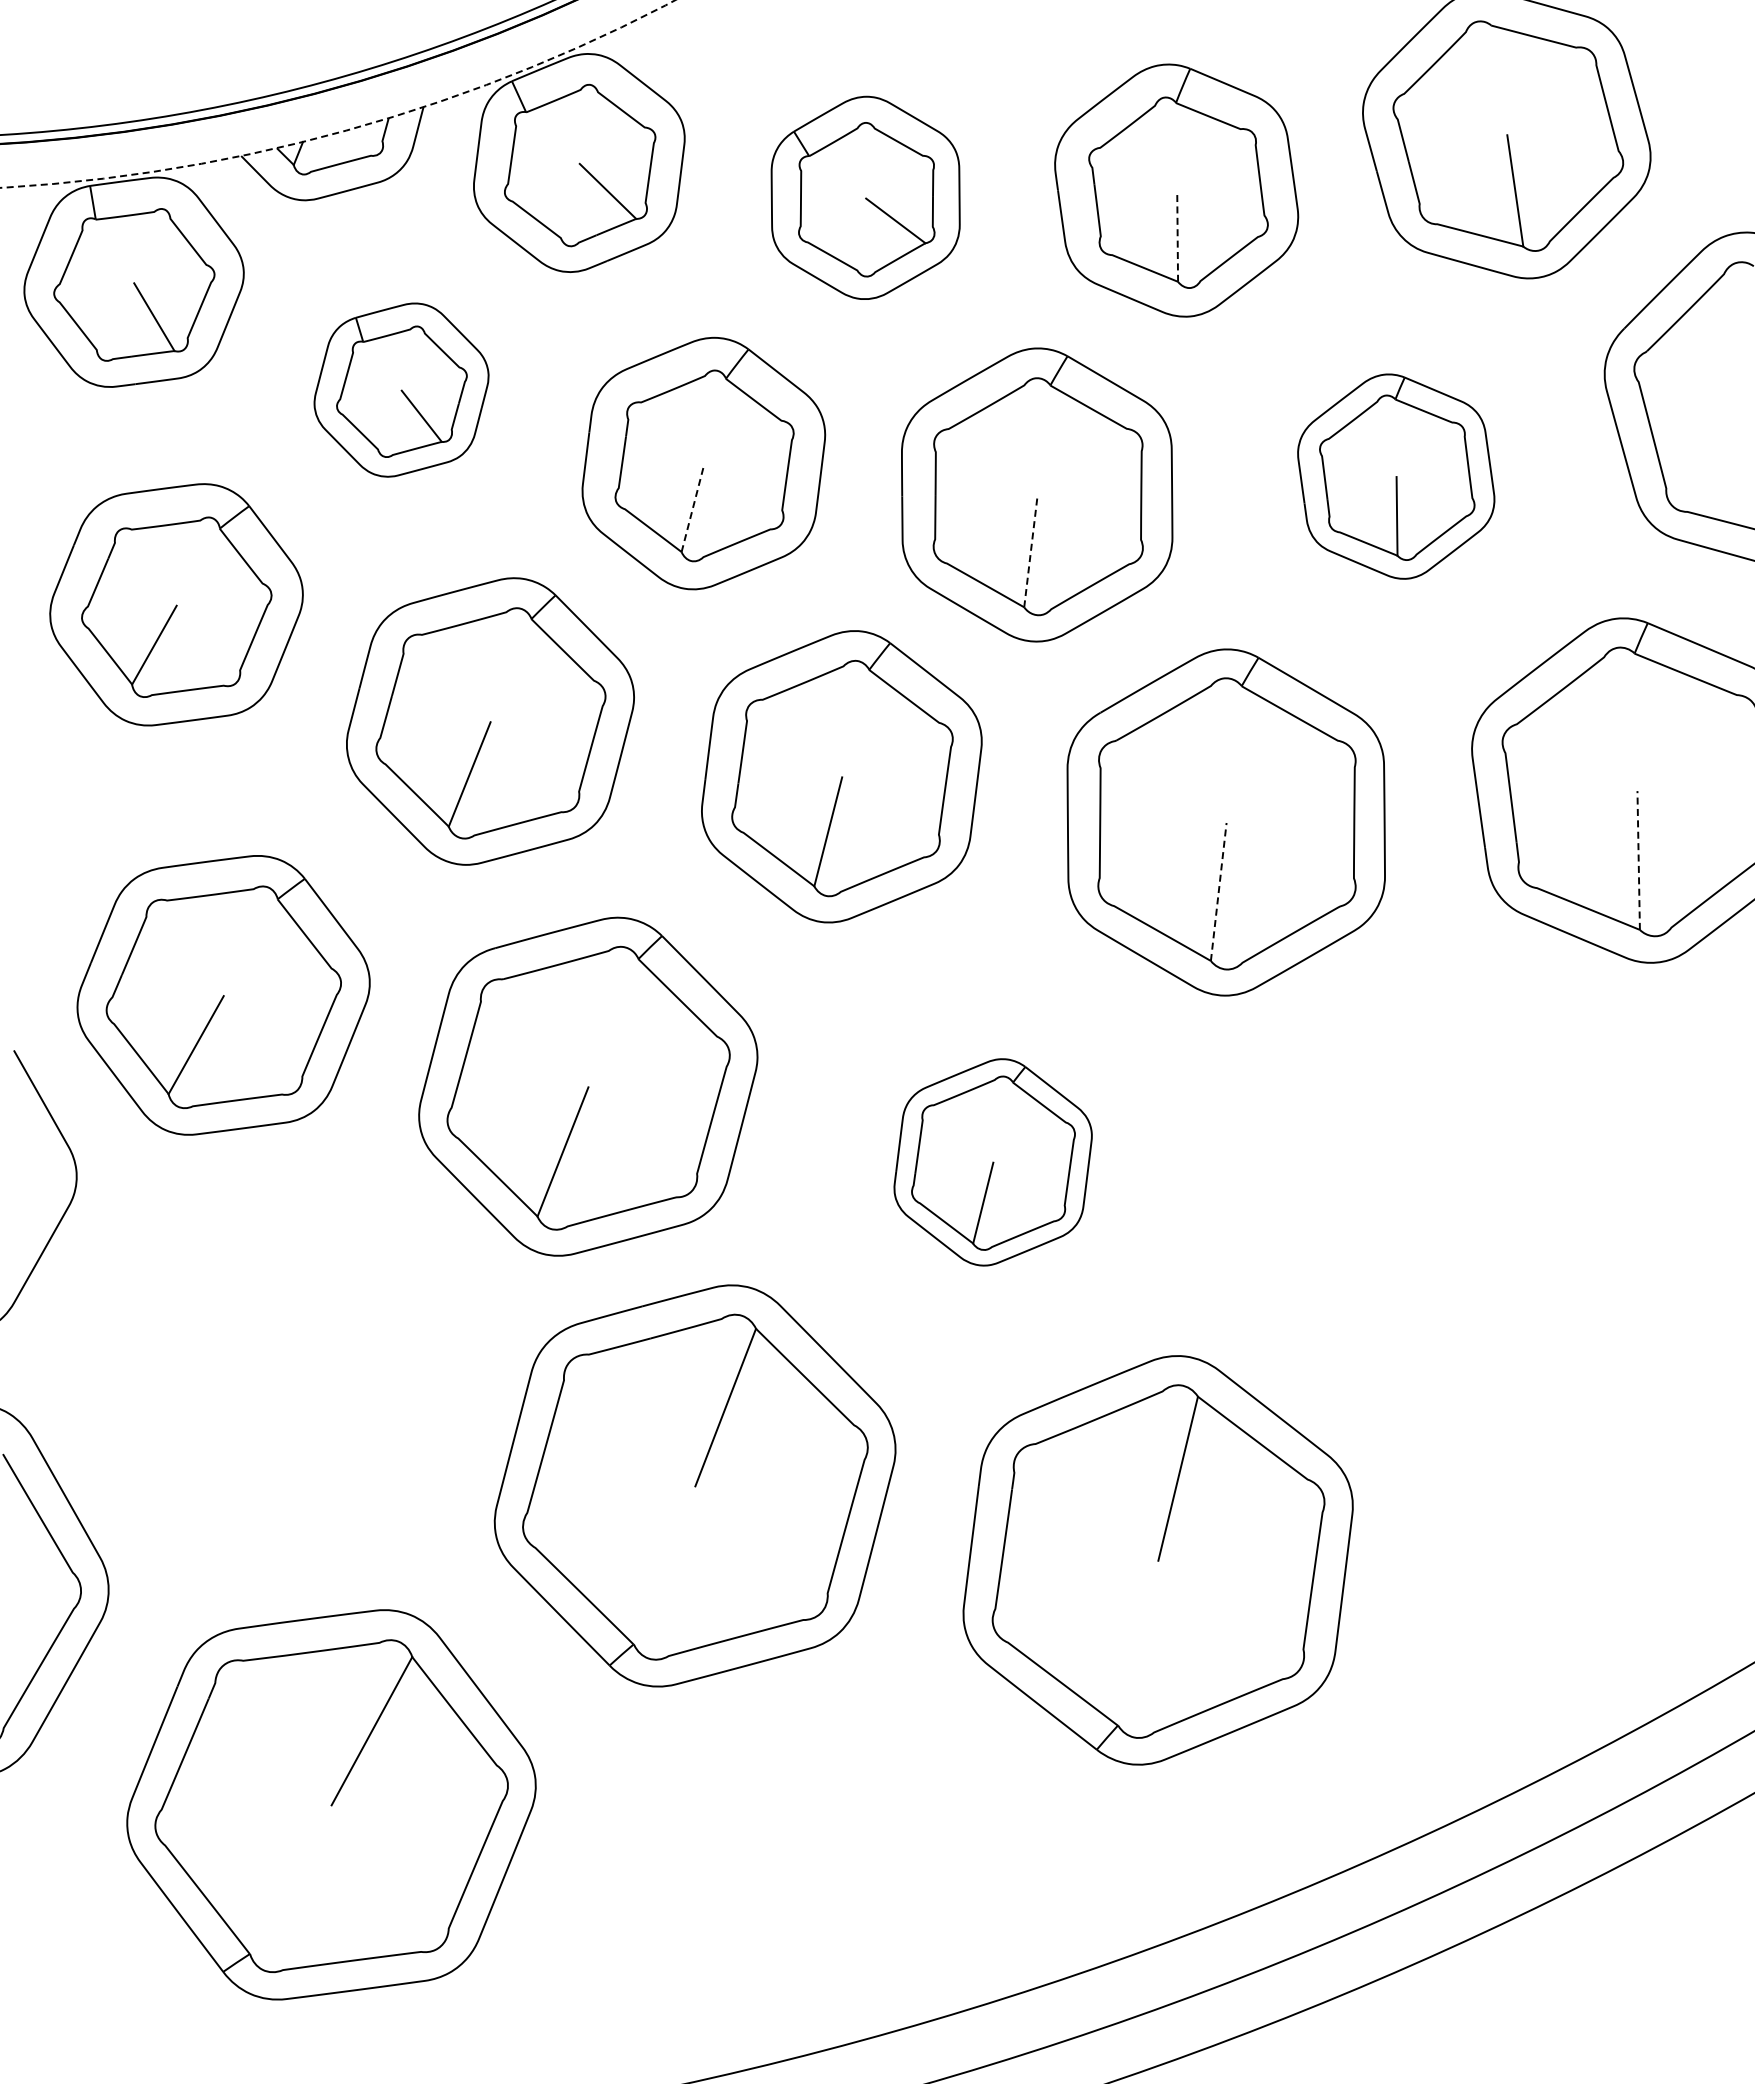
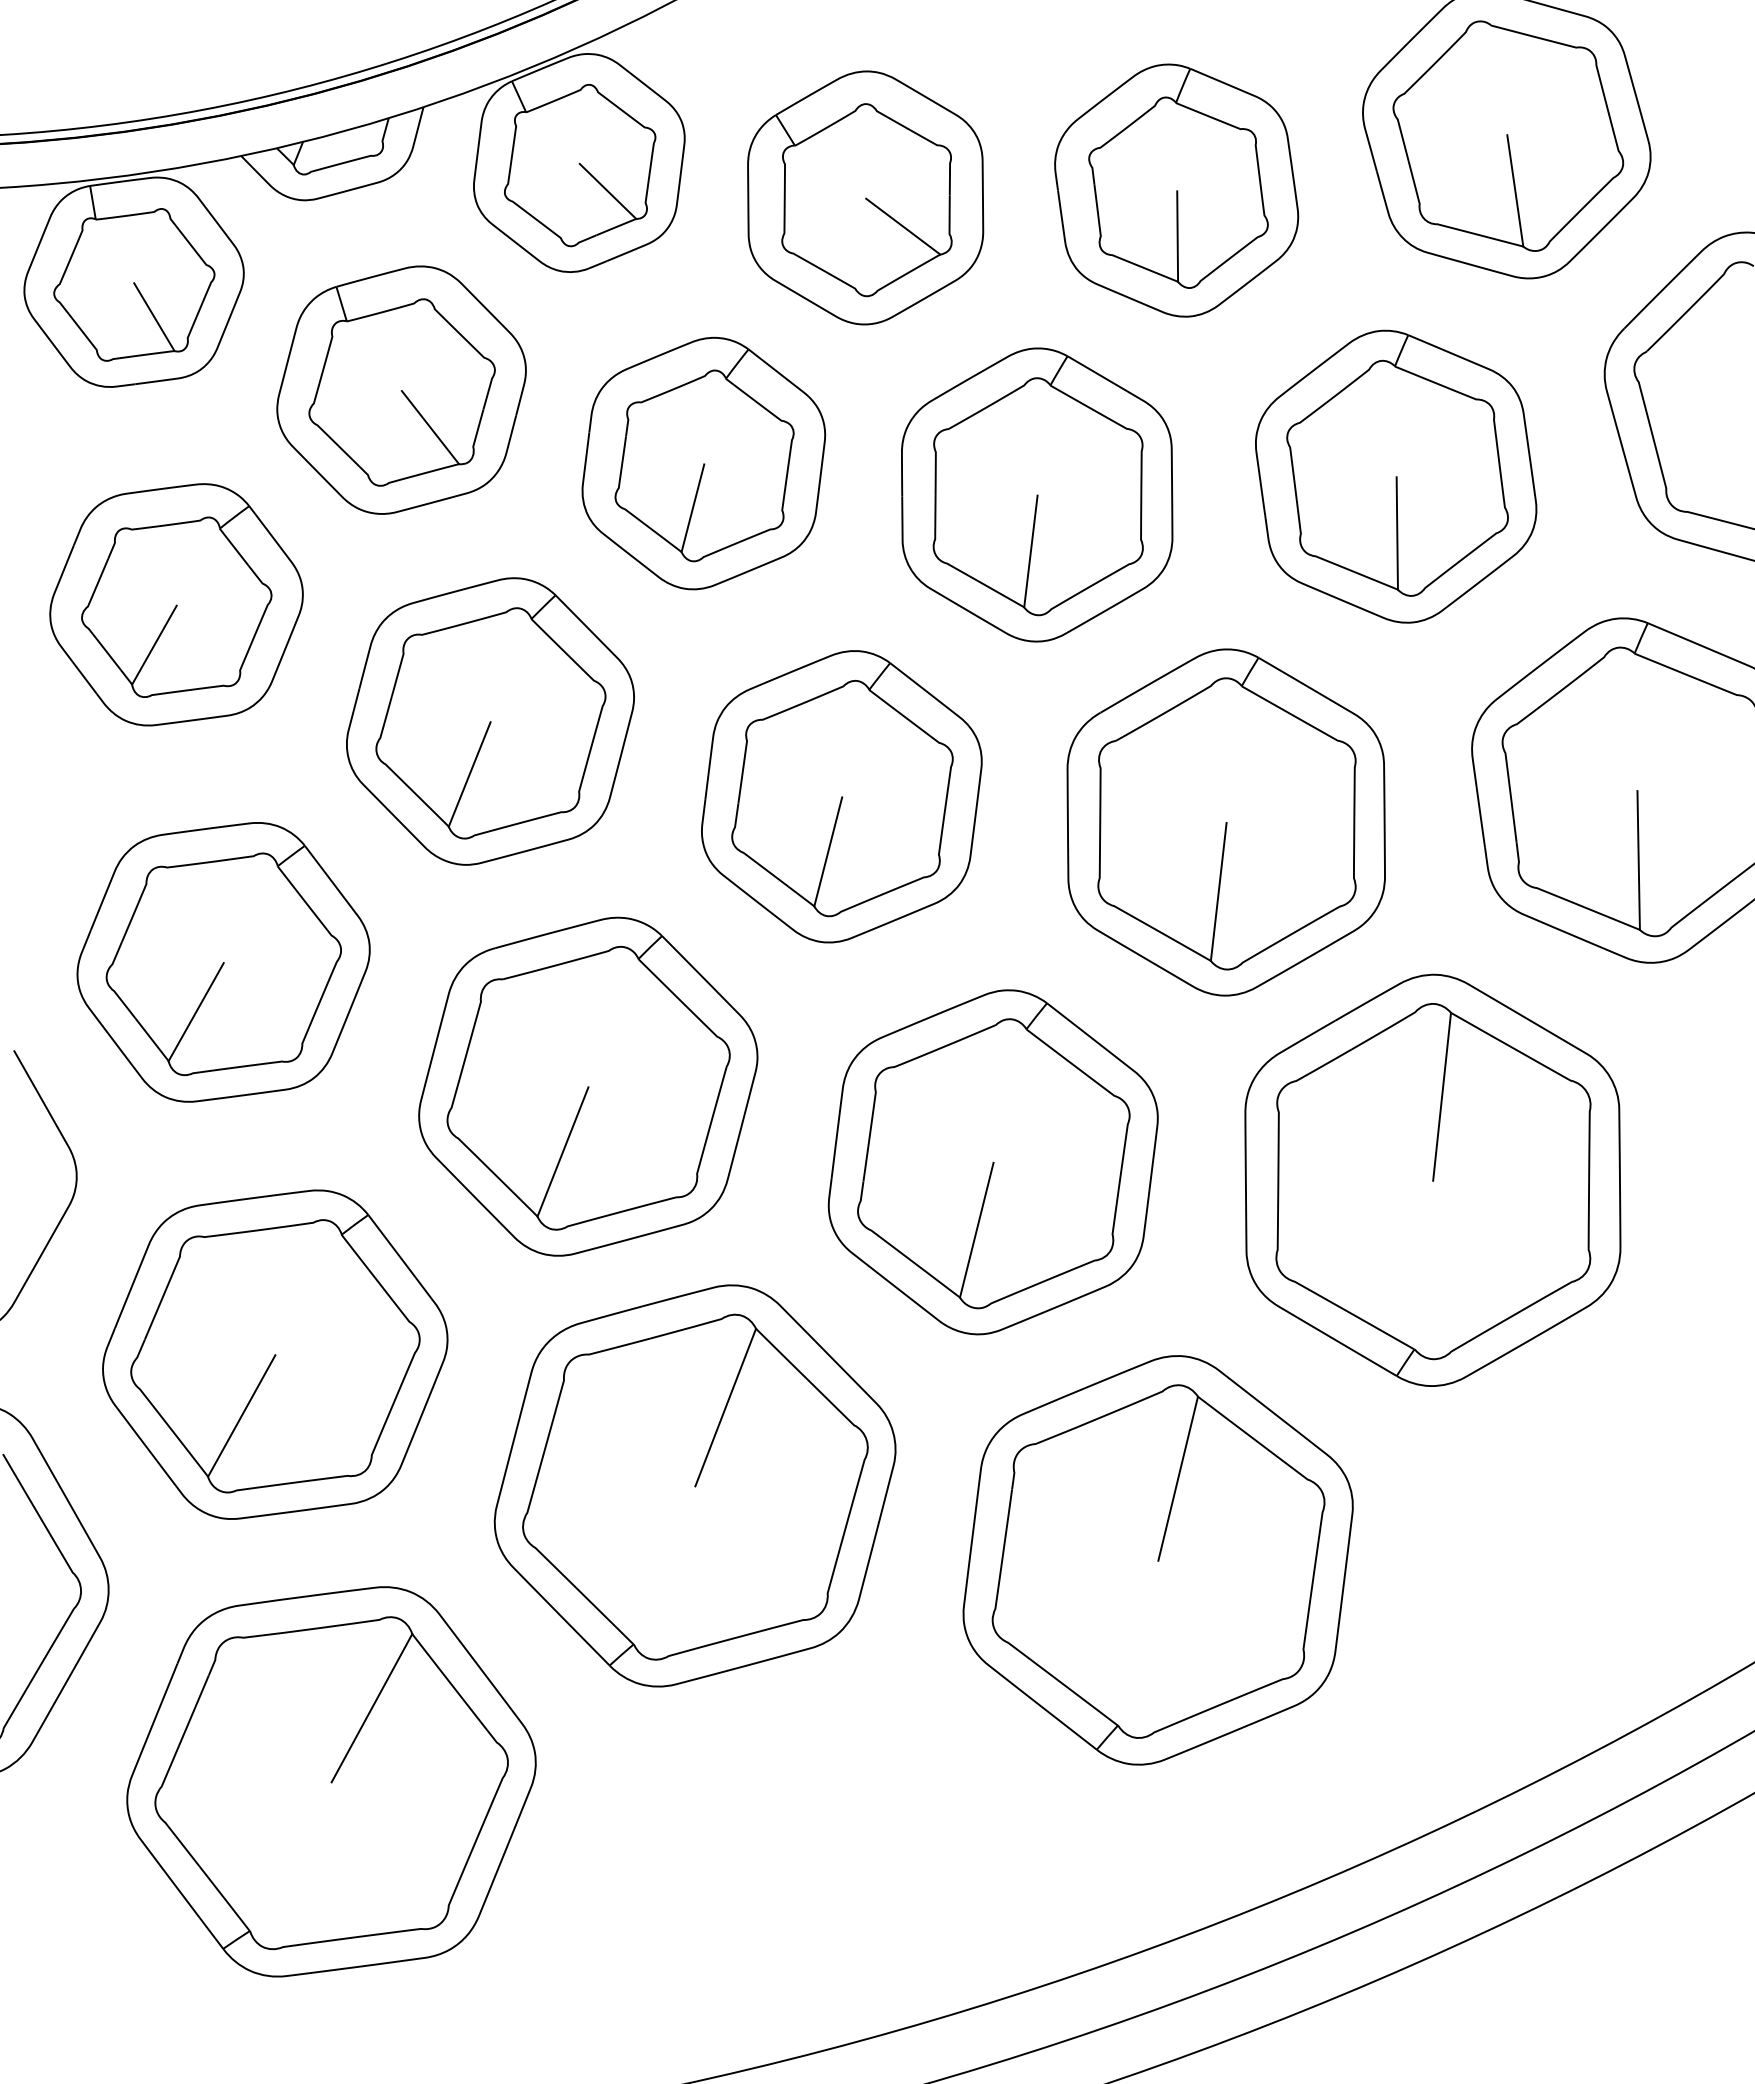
arc at (348, 129): dashed -> solid
part at (865, 197) size: 191x205 px -> 238x256 px
line at (1177, 236): dashed -> solid
part at (401, 389) size: 177x176 px -> 251x250 px
part at (1396, 476) size: 199x207 px -> 283x295 px
line at (693, 507): dashed -> solid
line at (1030, 550): dashed -> solid
part at (841, 776) position: (841, 776) -> (841, 796)
line at (1638, 859): dashed -> solid
line at (1218, 891): dashed -> solid
part at (223, 995) position: (223, 995) -> (223, 962)
part at (992, 1162) size: 200x209 px -> 332x347 px
part at (1432, 1179): none -> present
part at (275, 1354): none -> present
part at (331, 1804) position: (331, 1804) -> (331, 1781)
